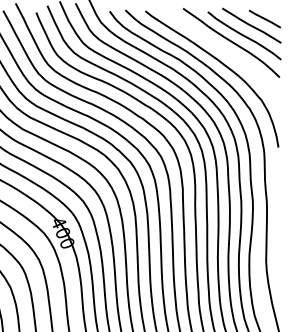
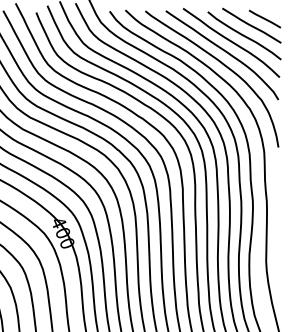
curve at (223, 51): none -> present
